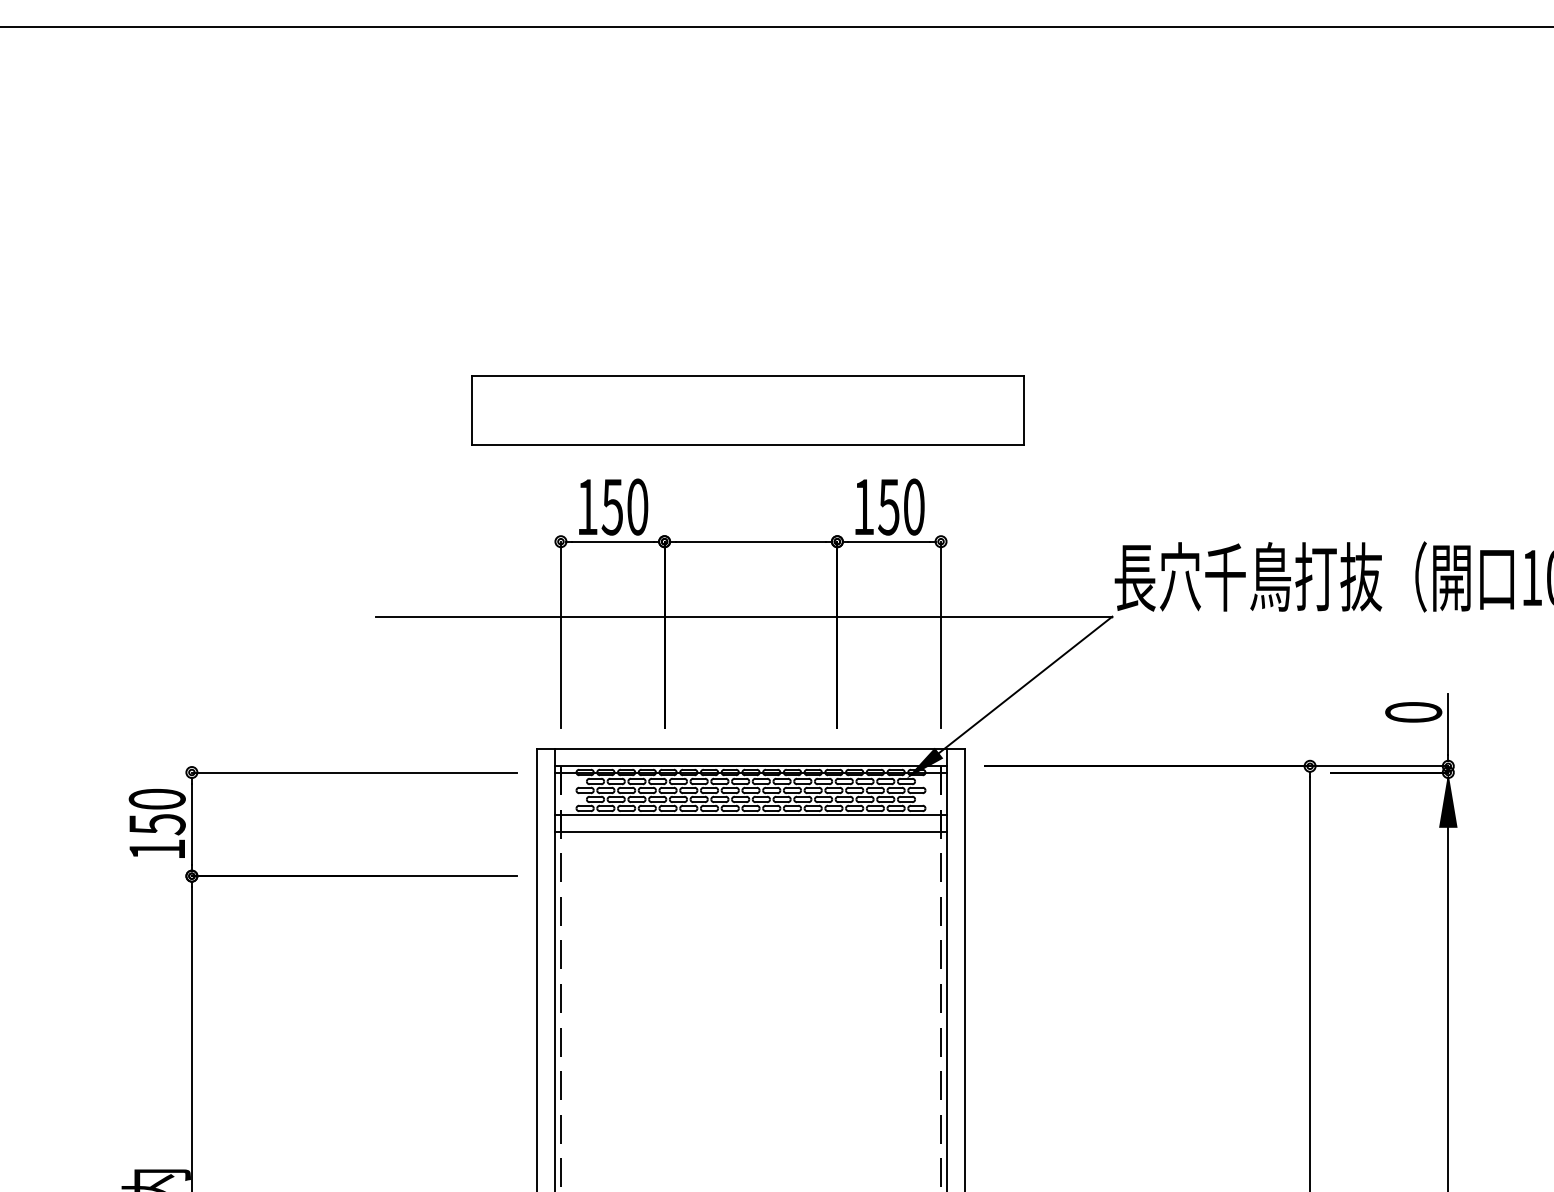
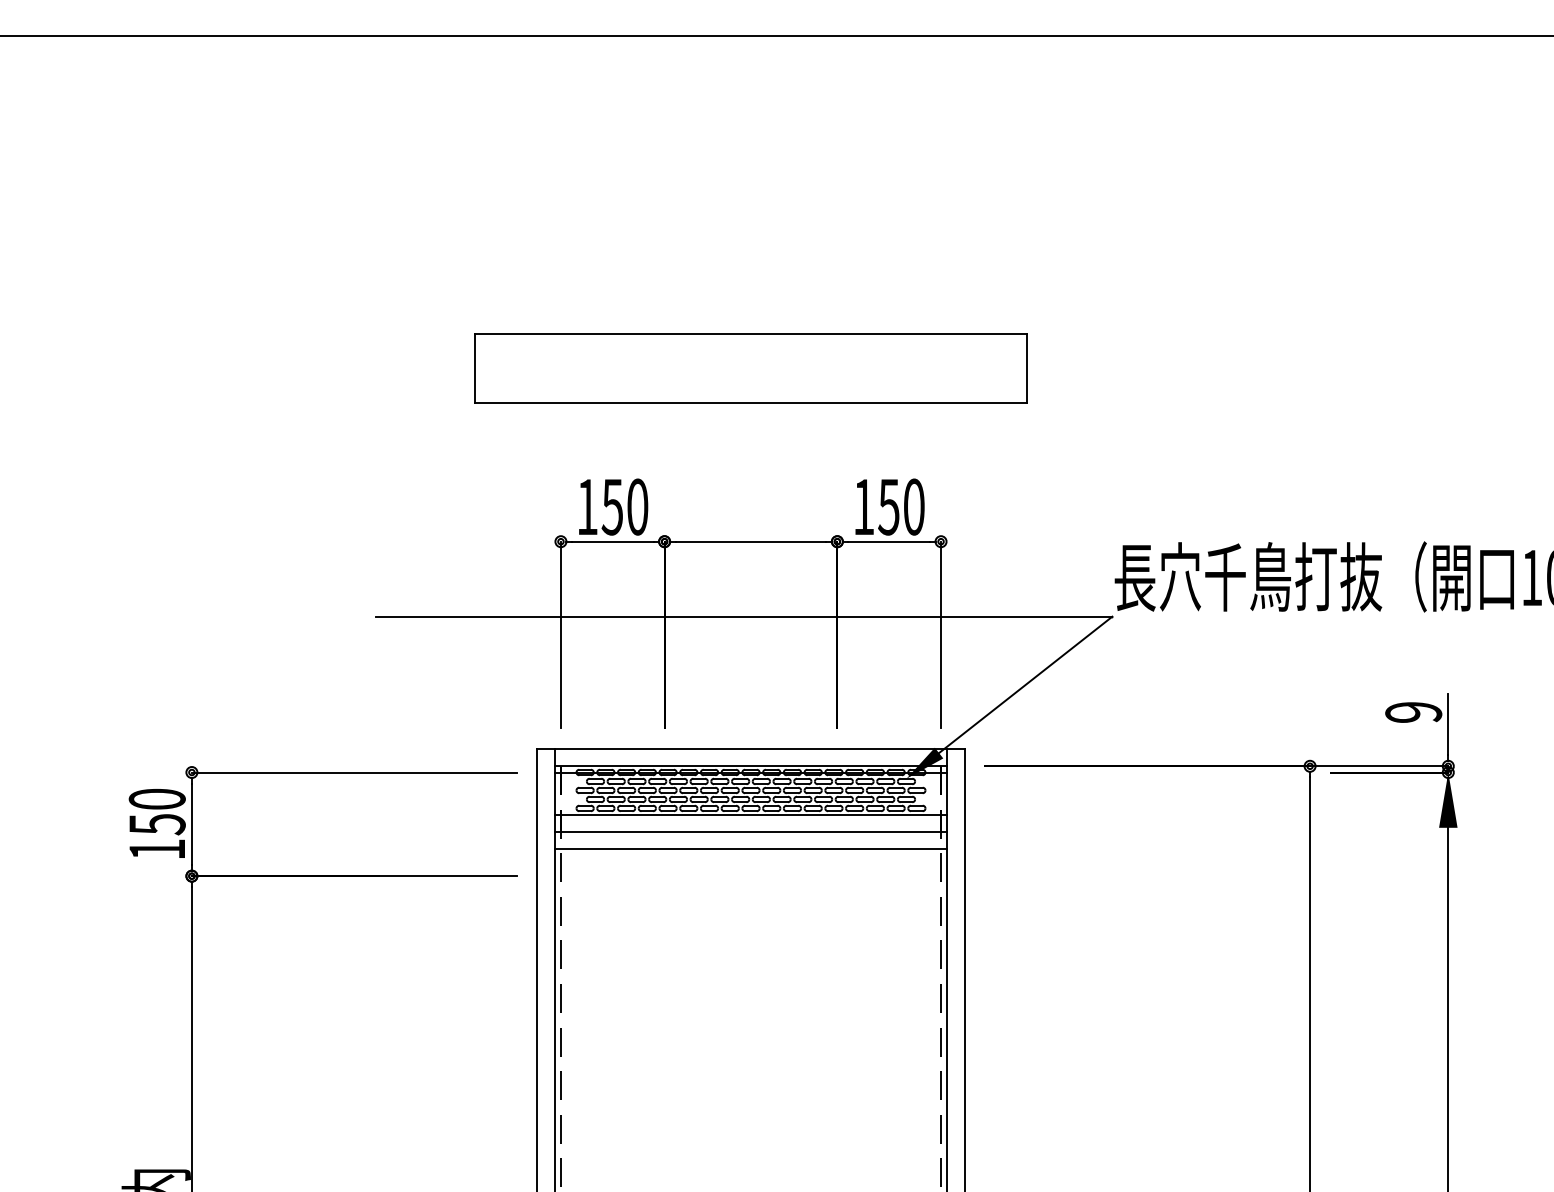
line at (776, 26) position: (776, 26) -> (776, 35)
part at (747, 410) position: (747, 410) -> (750, 368)
text at (1413, 712): 0 -> 9
line at (750, 849): none -> present
